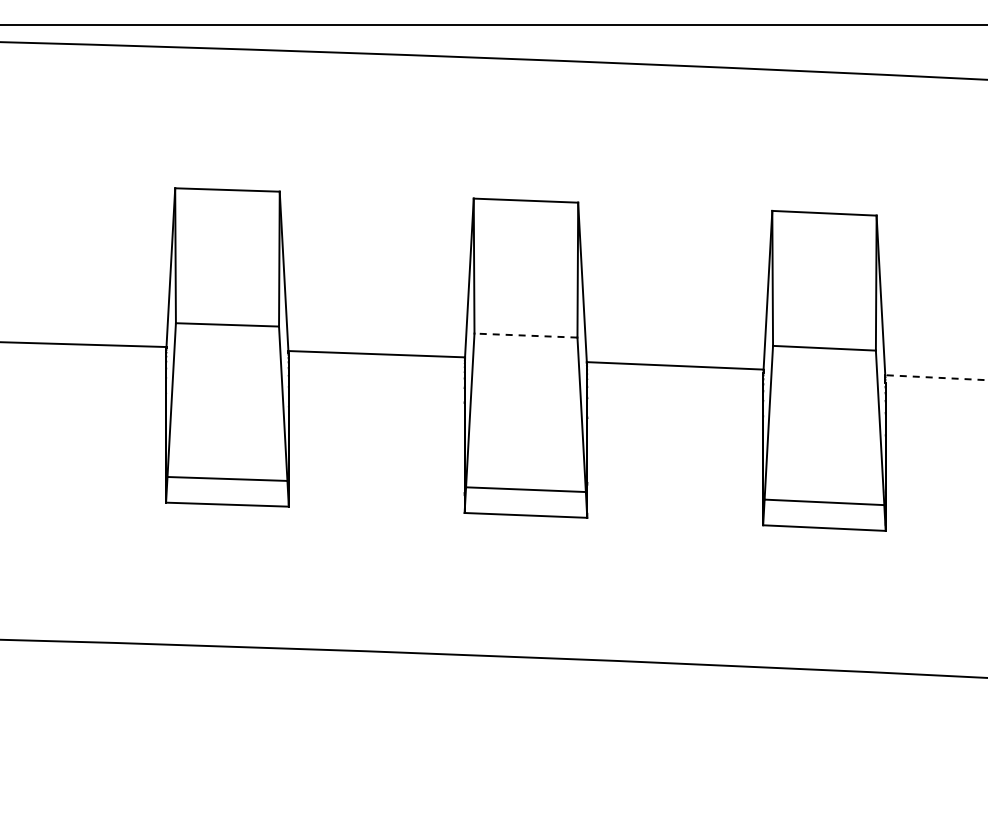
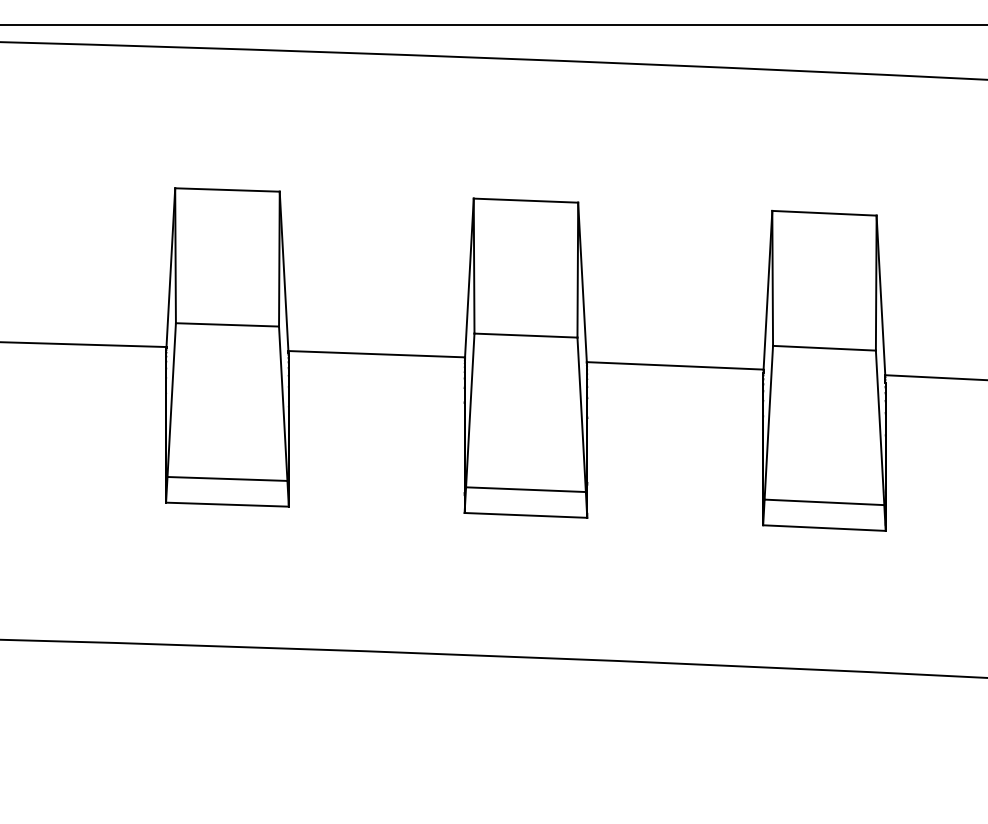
line at (525, 335): dashed -> solid
line at (935, 377): dashed -> solid
